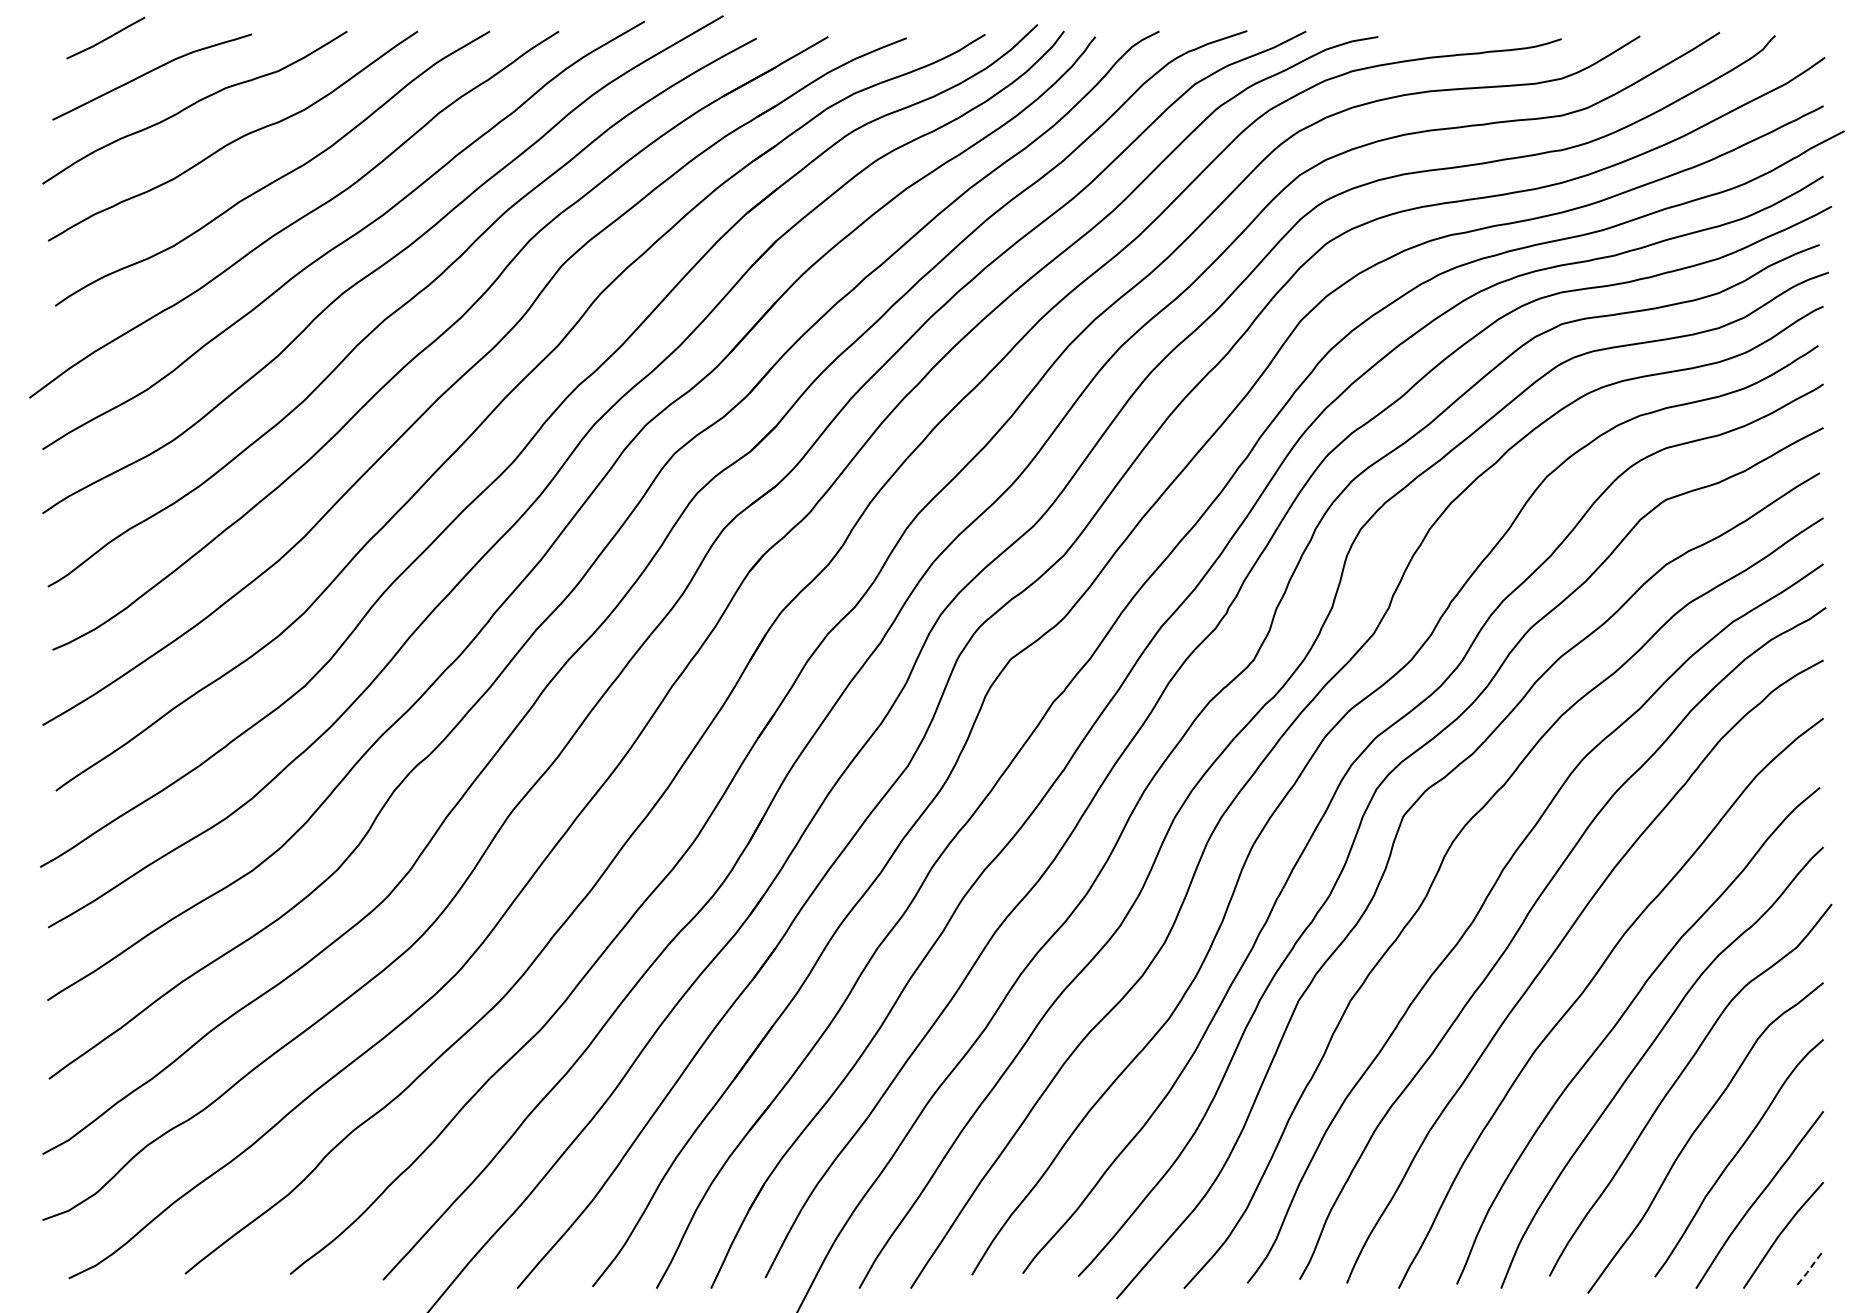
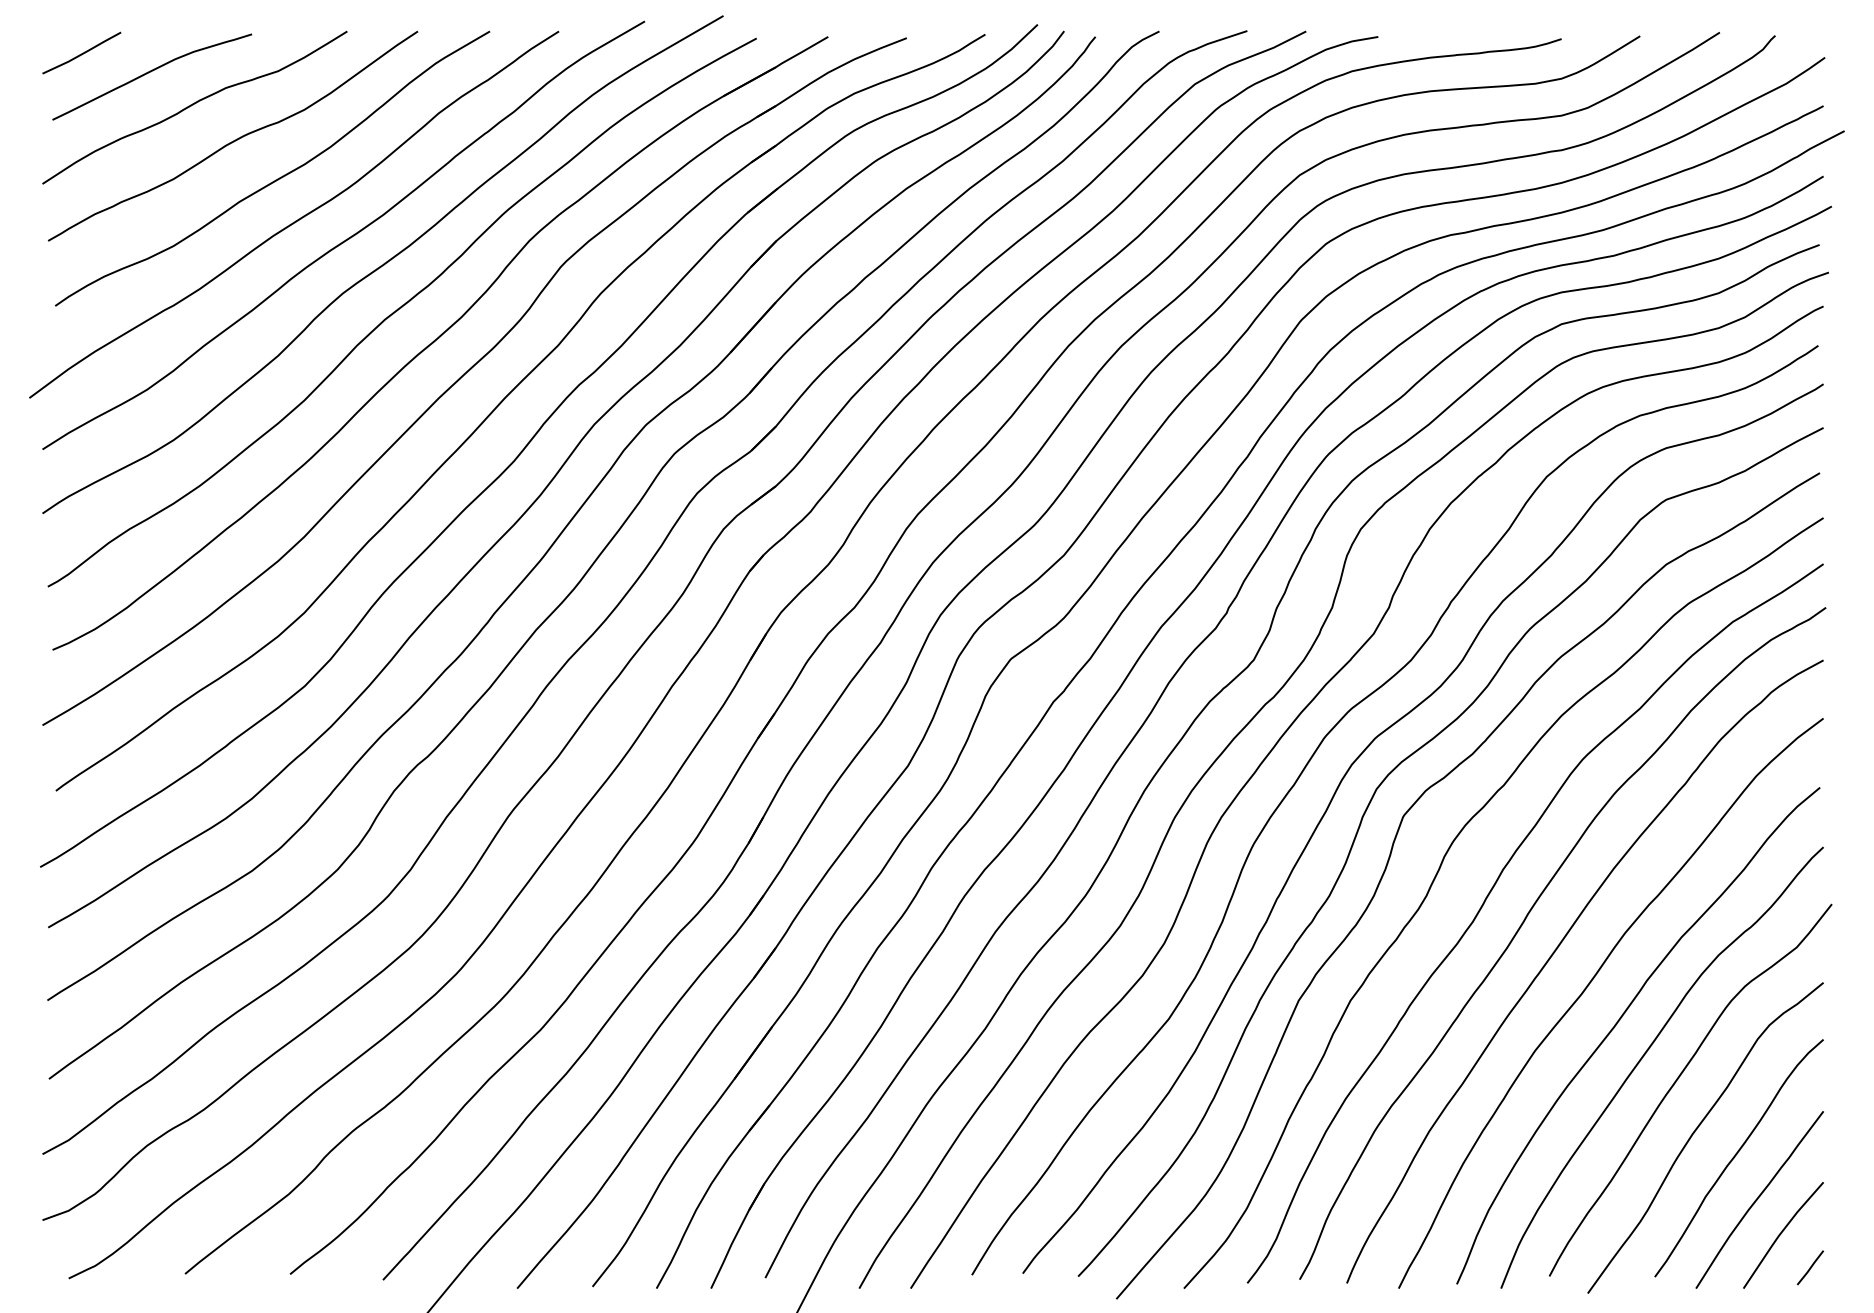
line at (106, 37) position: (106, 37) -> (82, 52)
line at (1810, 1267): dashed -> solid
